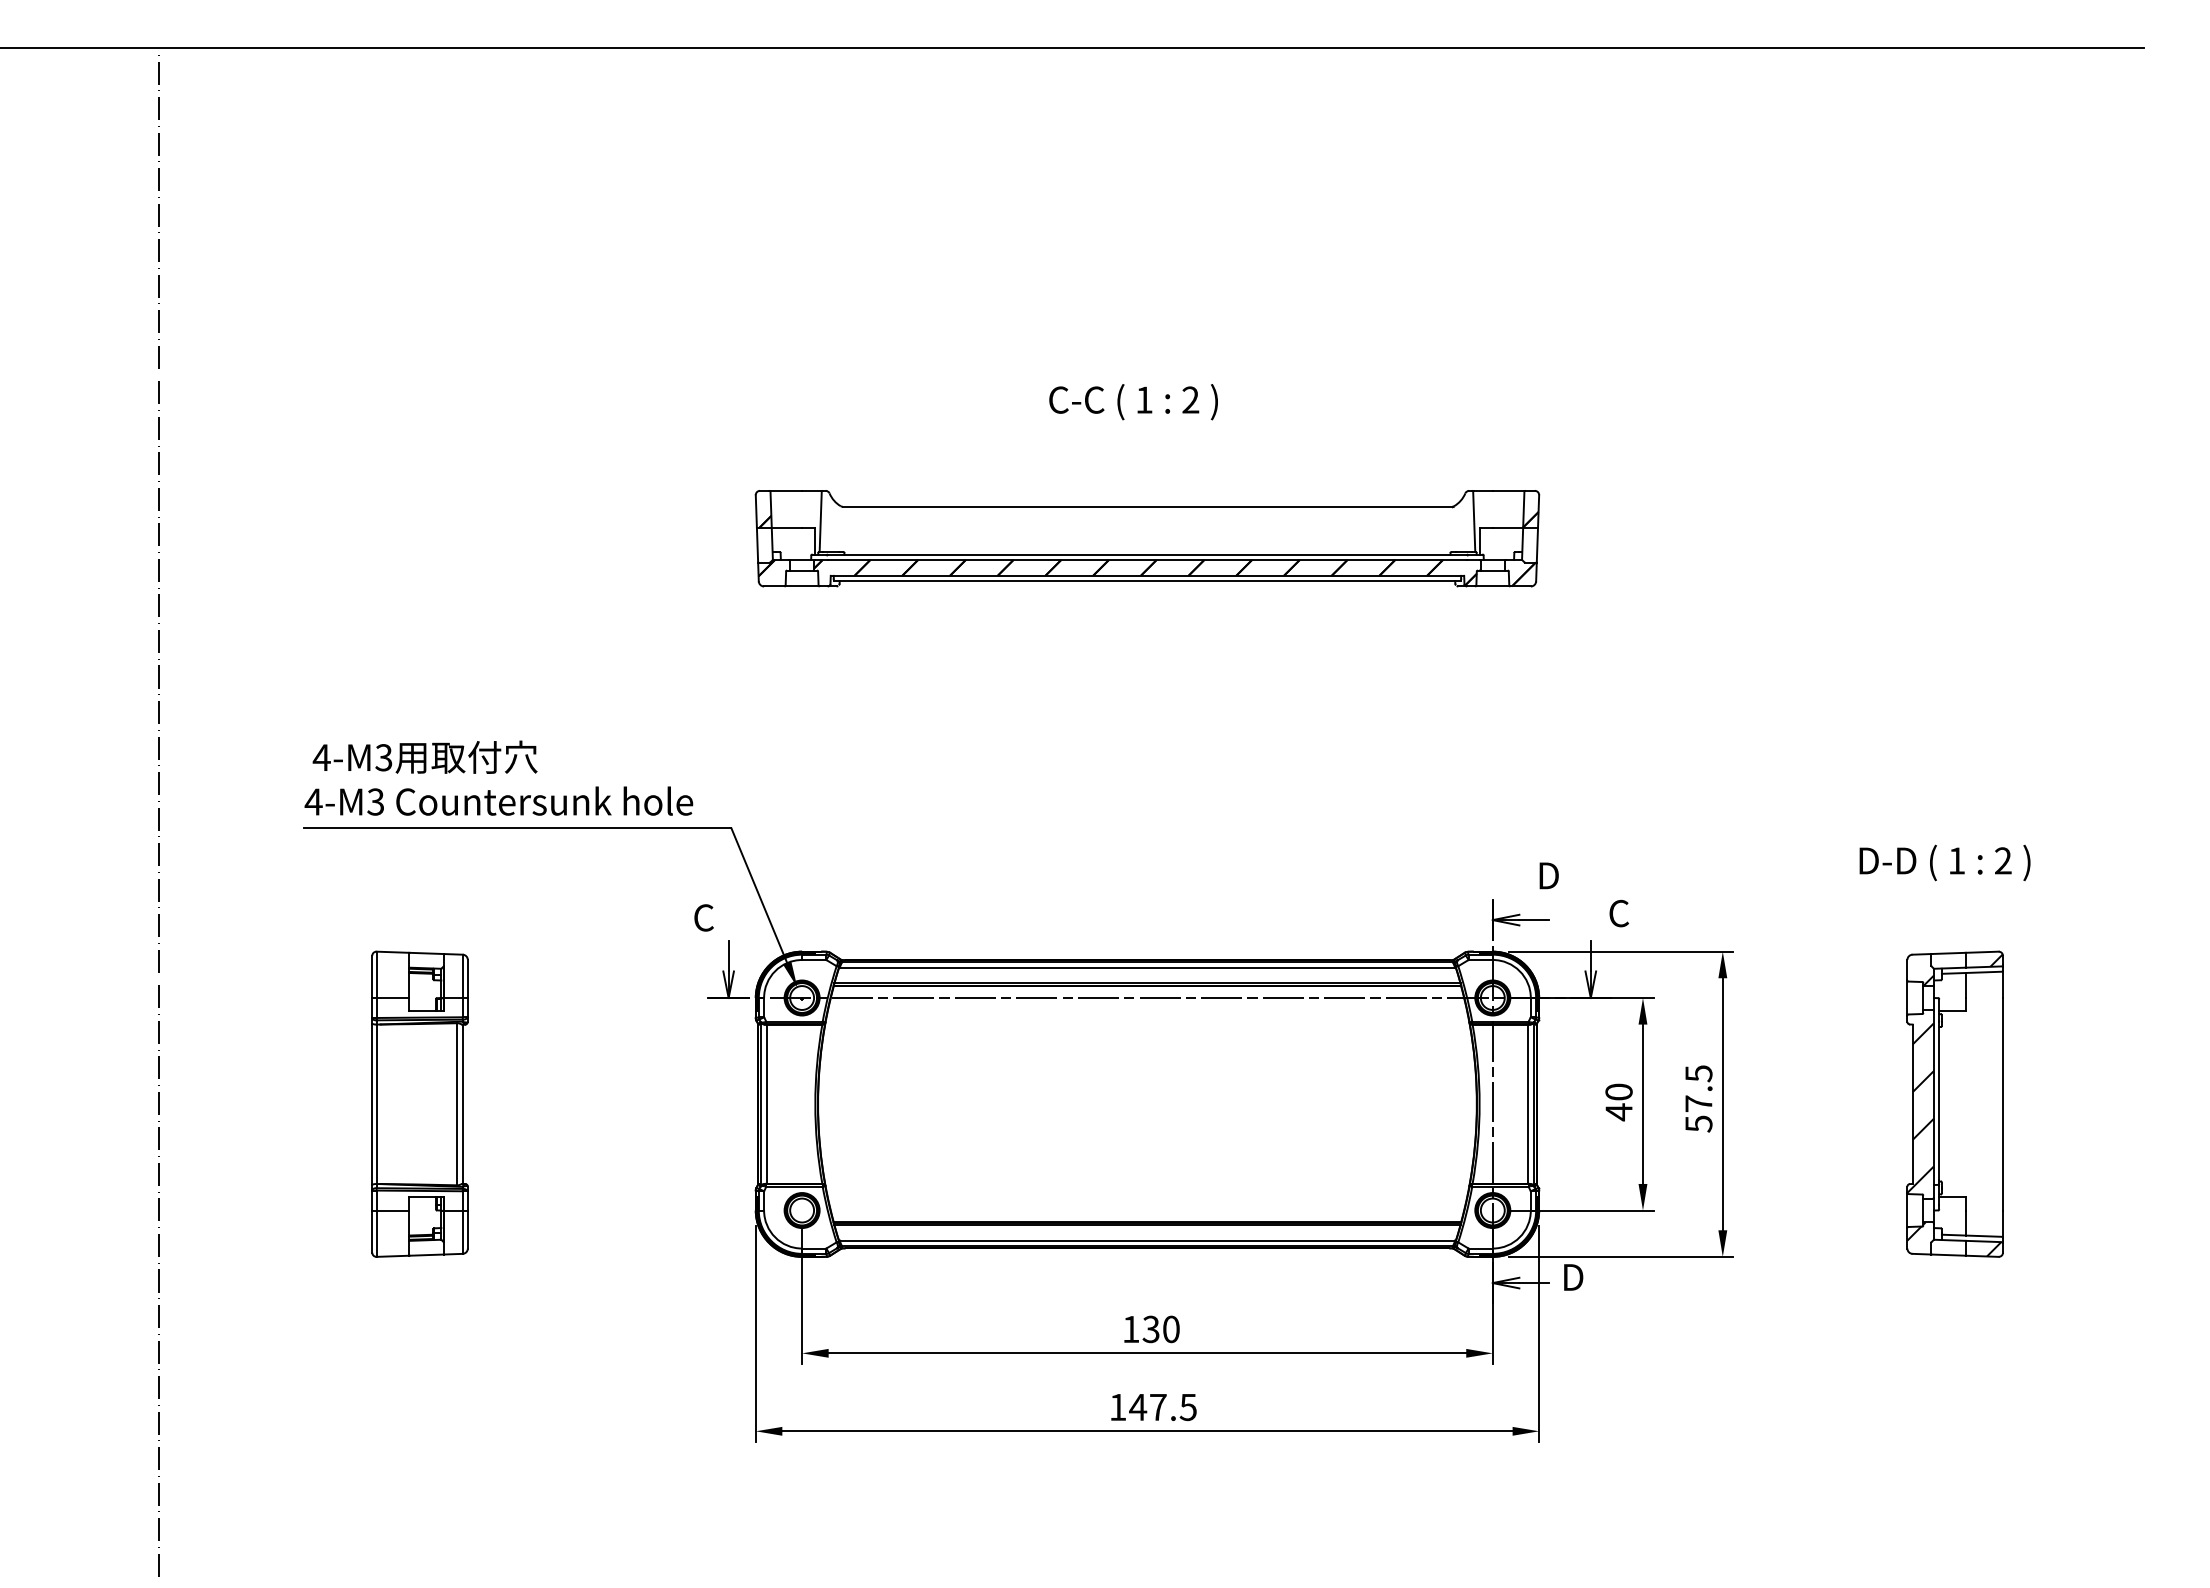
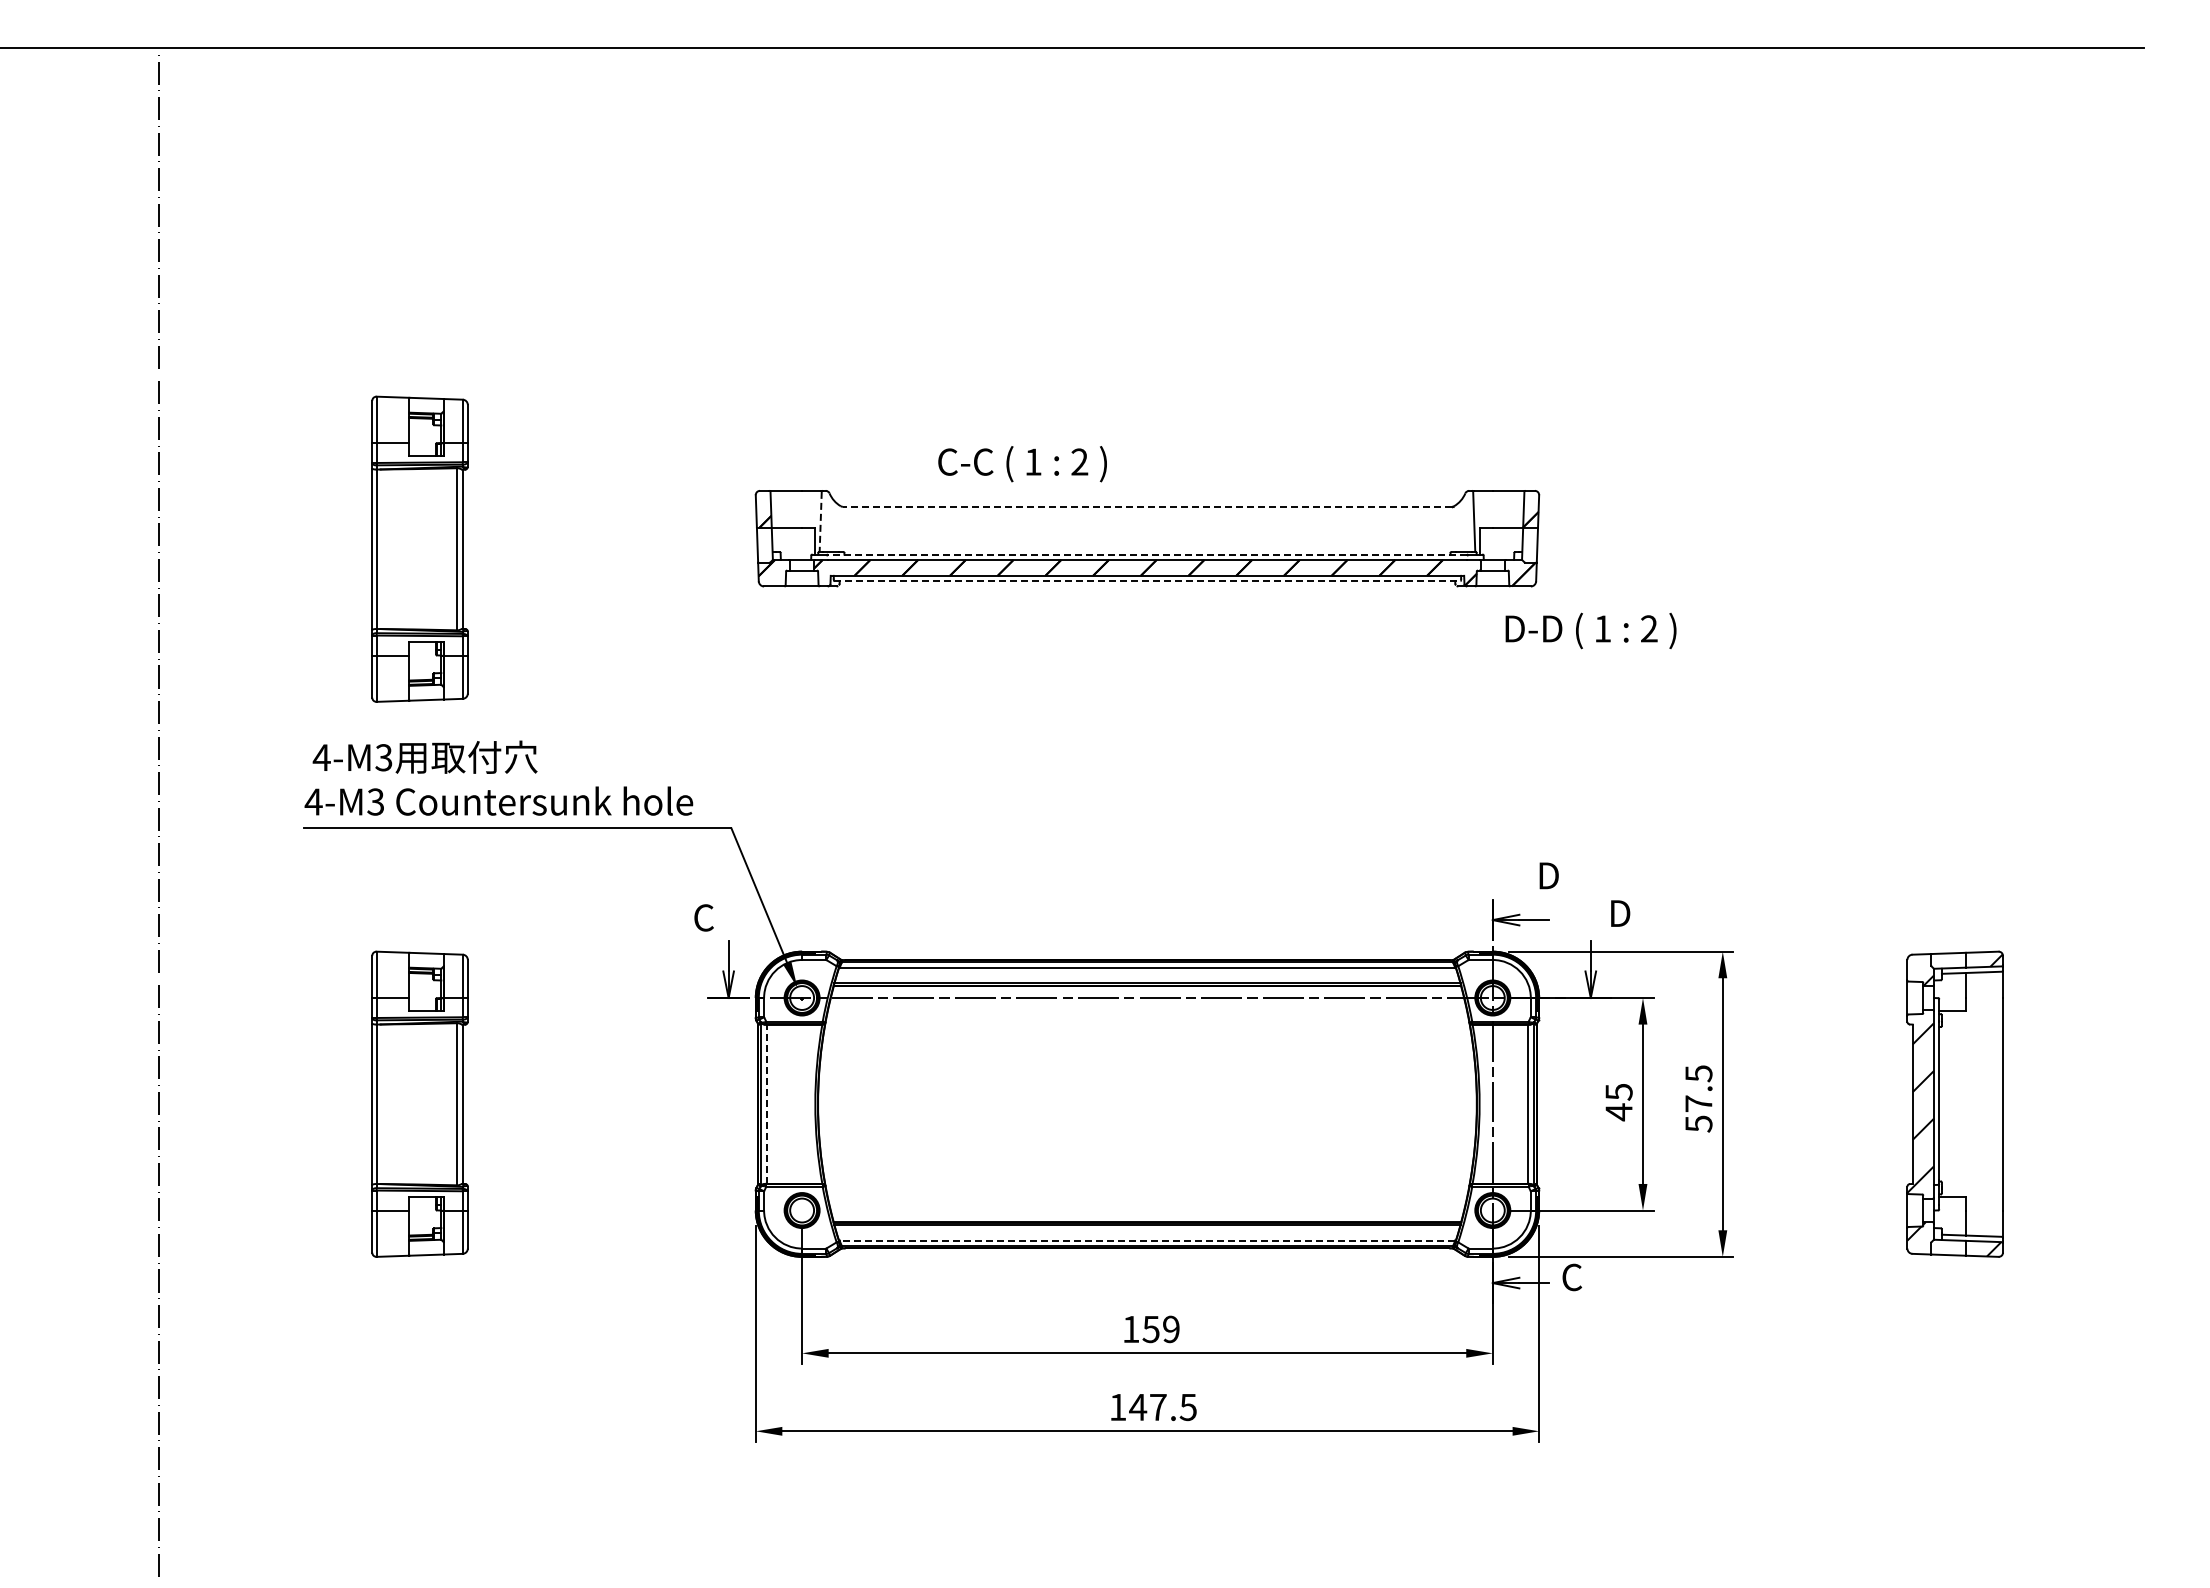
text at (1133, 402) position: (1133, 402) -> (1022, 464)
line at (1147, 506): solid -> dashed
line at (820, 522): solid -> dashed
part at (419, 548): none -> present
line at (1147, 554): solid -> dashed
line at (1147, 581): solid -> dashed
text at (1944, 862) position: (1944, 862) -> (1590, 630)
text at (1619, 913): C -> D
text at (1618, 1091): 40 -> 45
line at (766, 1104): solid -> dashed
line at (1147, 1240): solid -> dashed
text at (1572, 1277): D -> C
text at (1161, 1329): 130 -> 159
